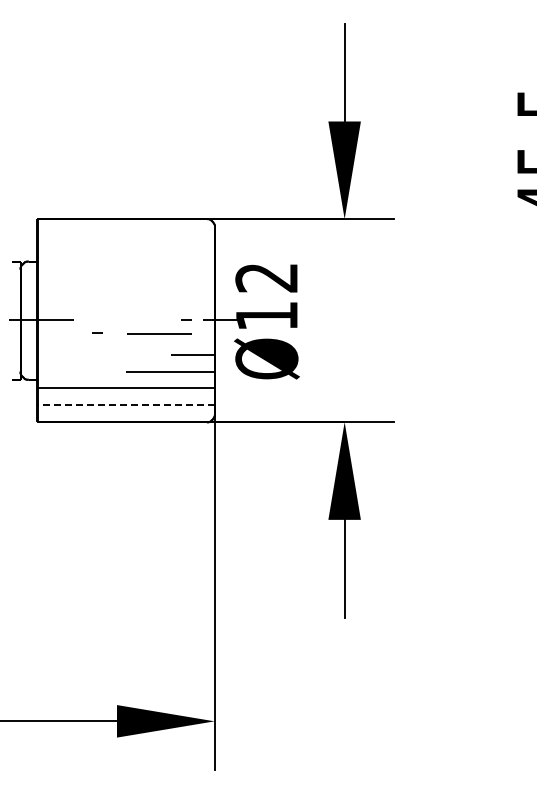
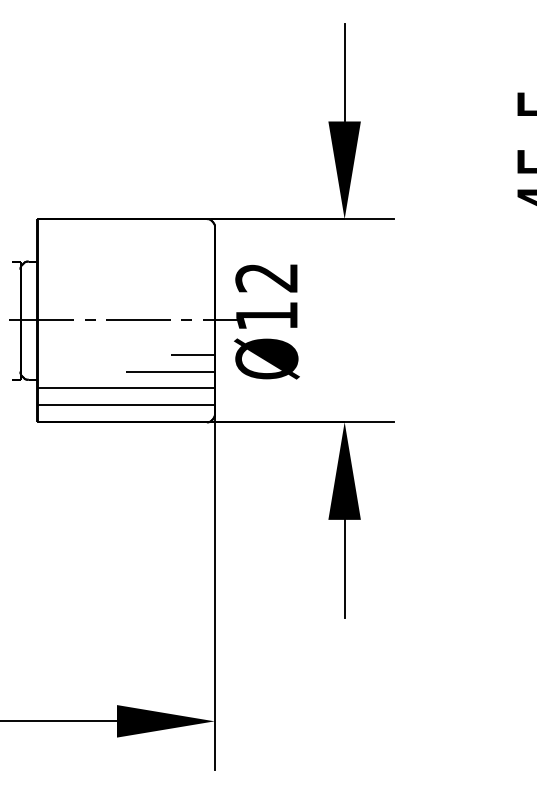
line at (97, 332) position: (97, 332) -> (90, 319)
line at (159, 333) position: (159, 333) -> (138, 319)
line at (126, 405): dashed -> solid
